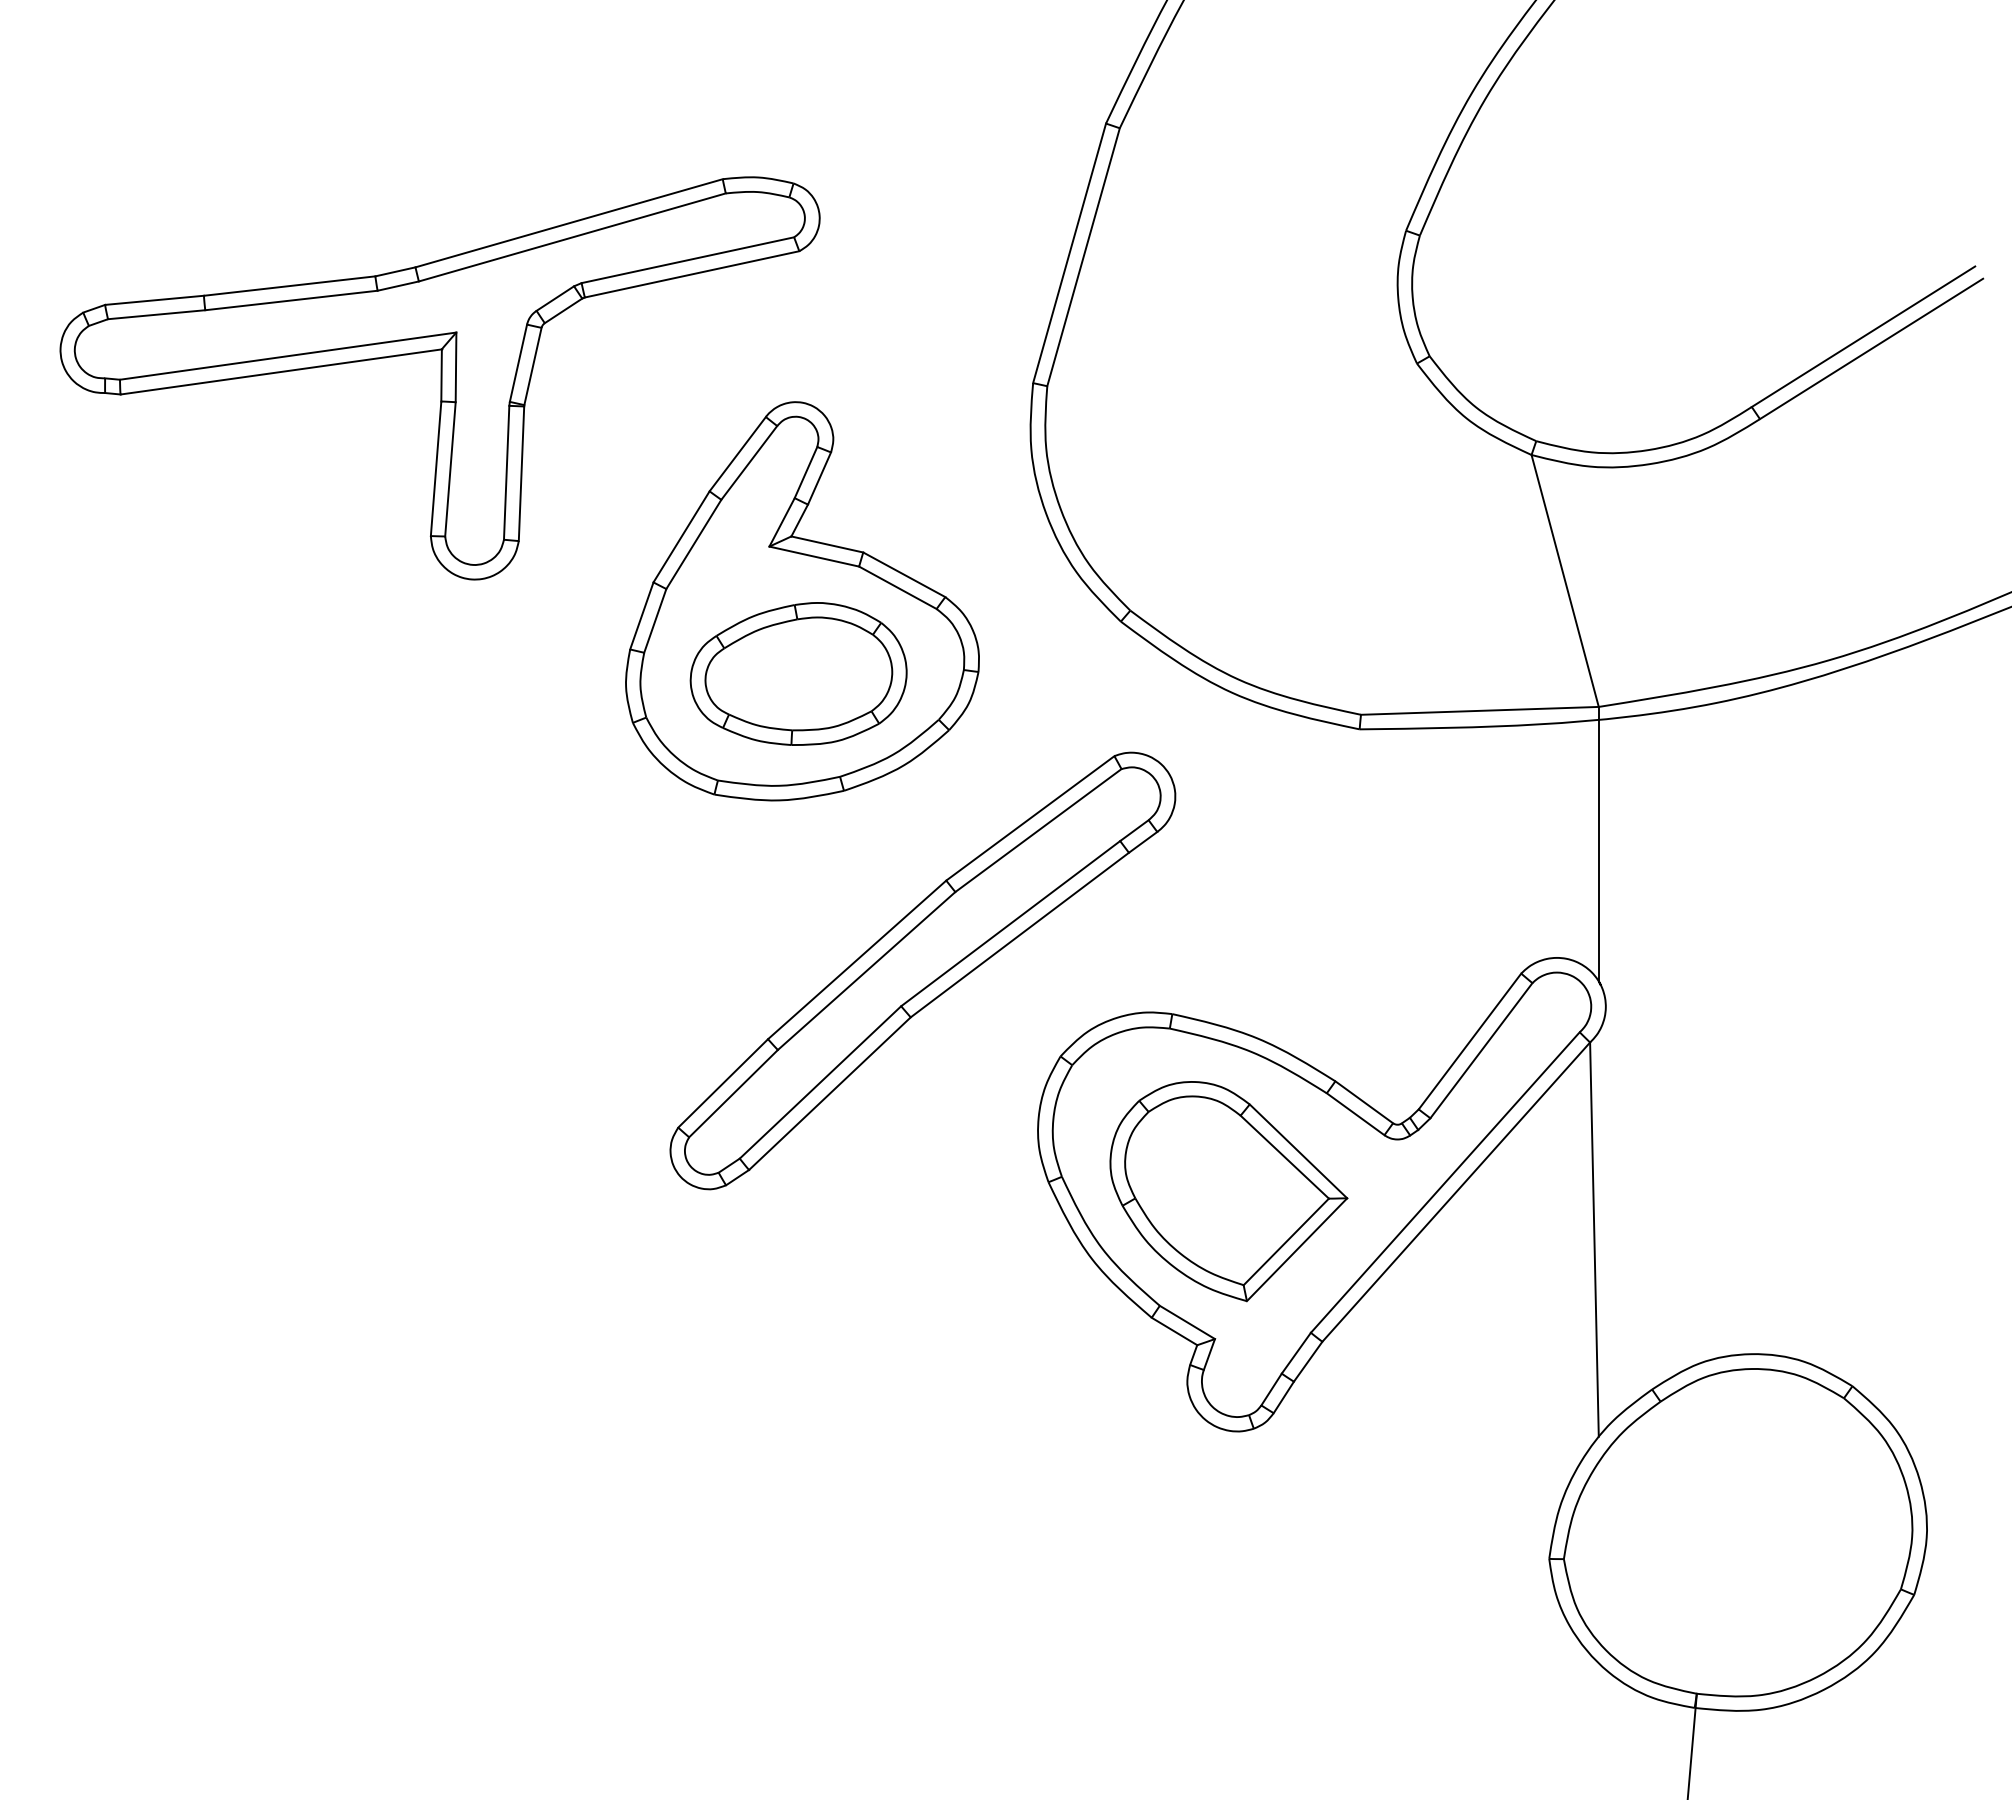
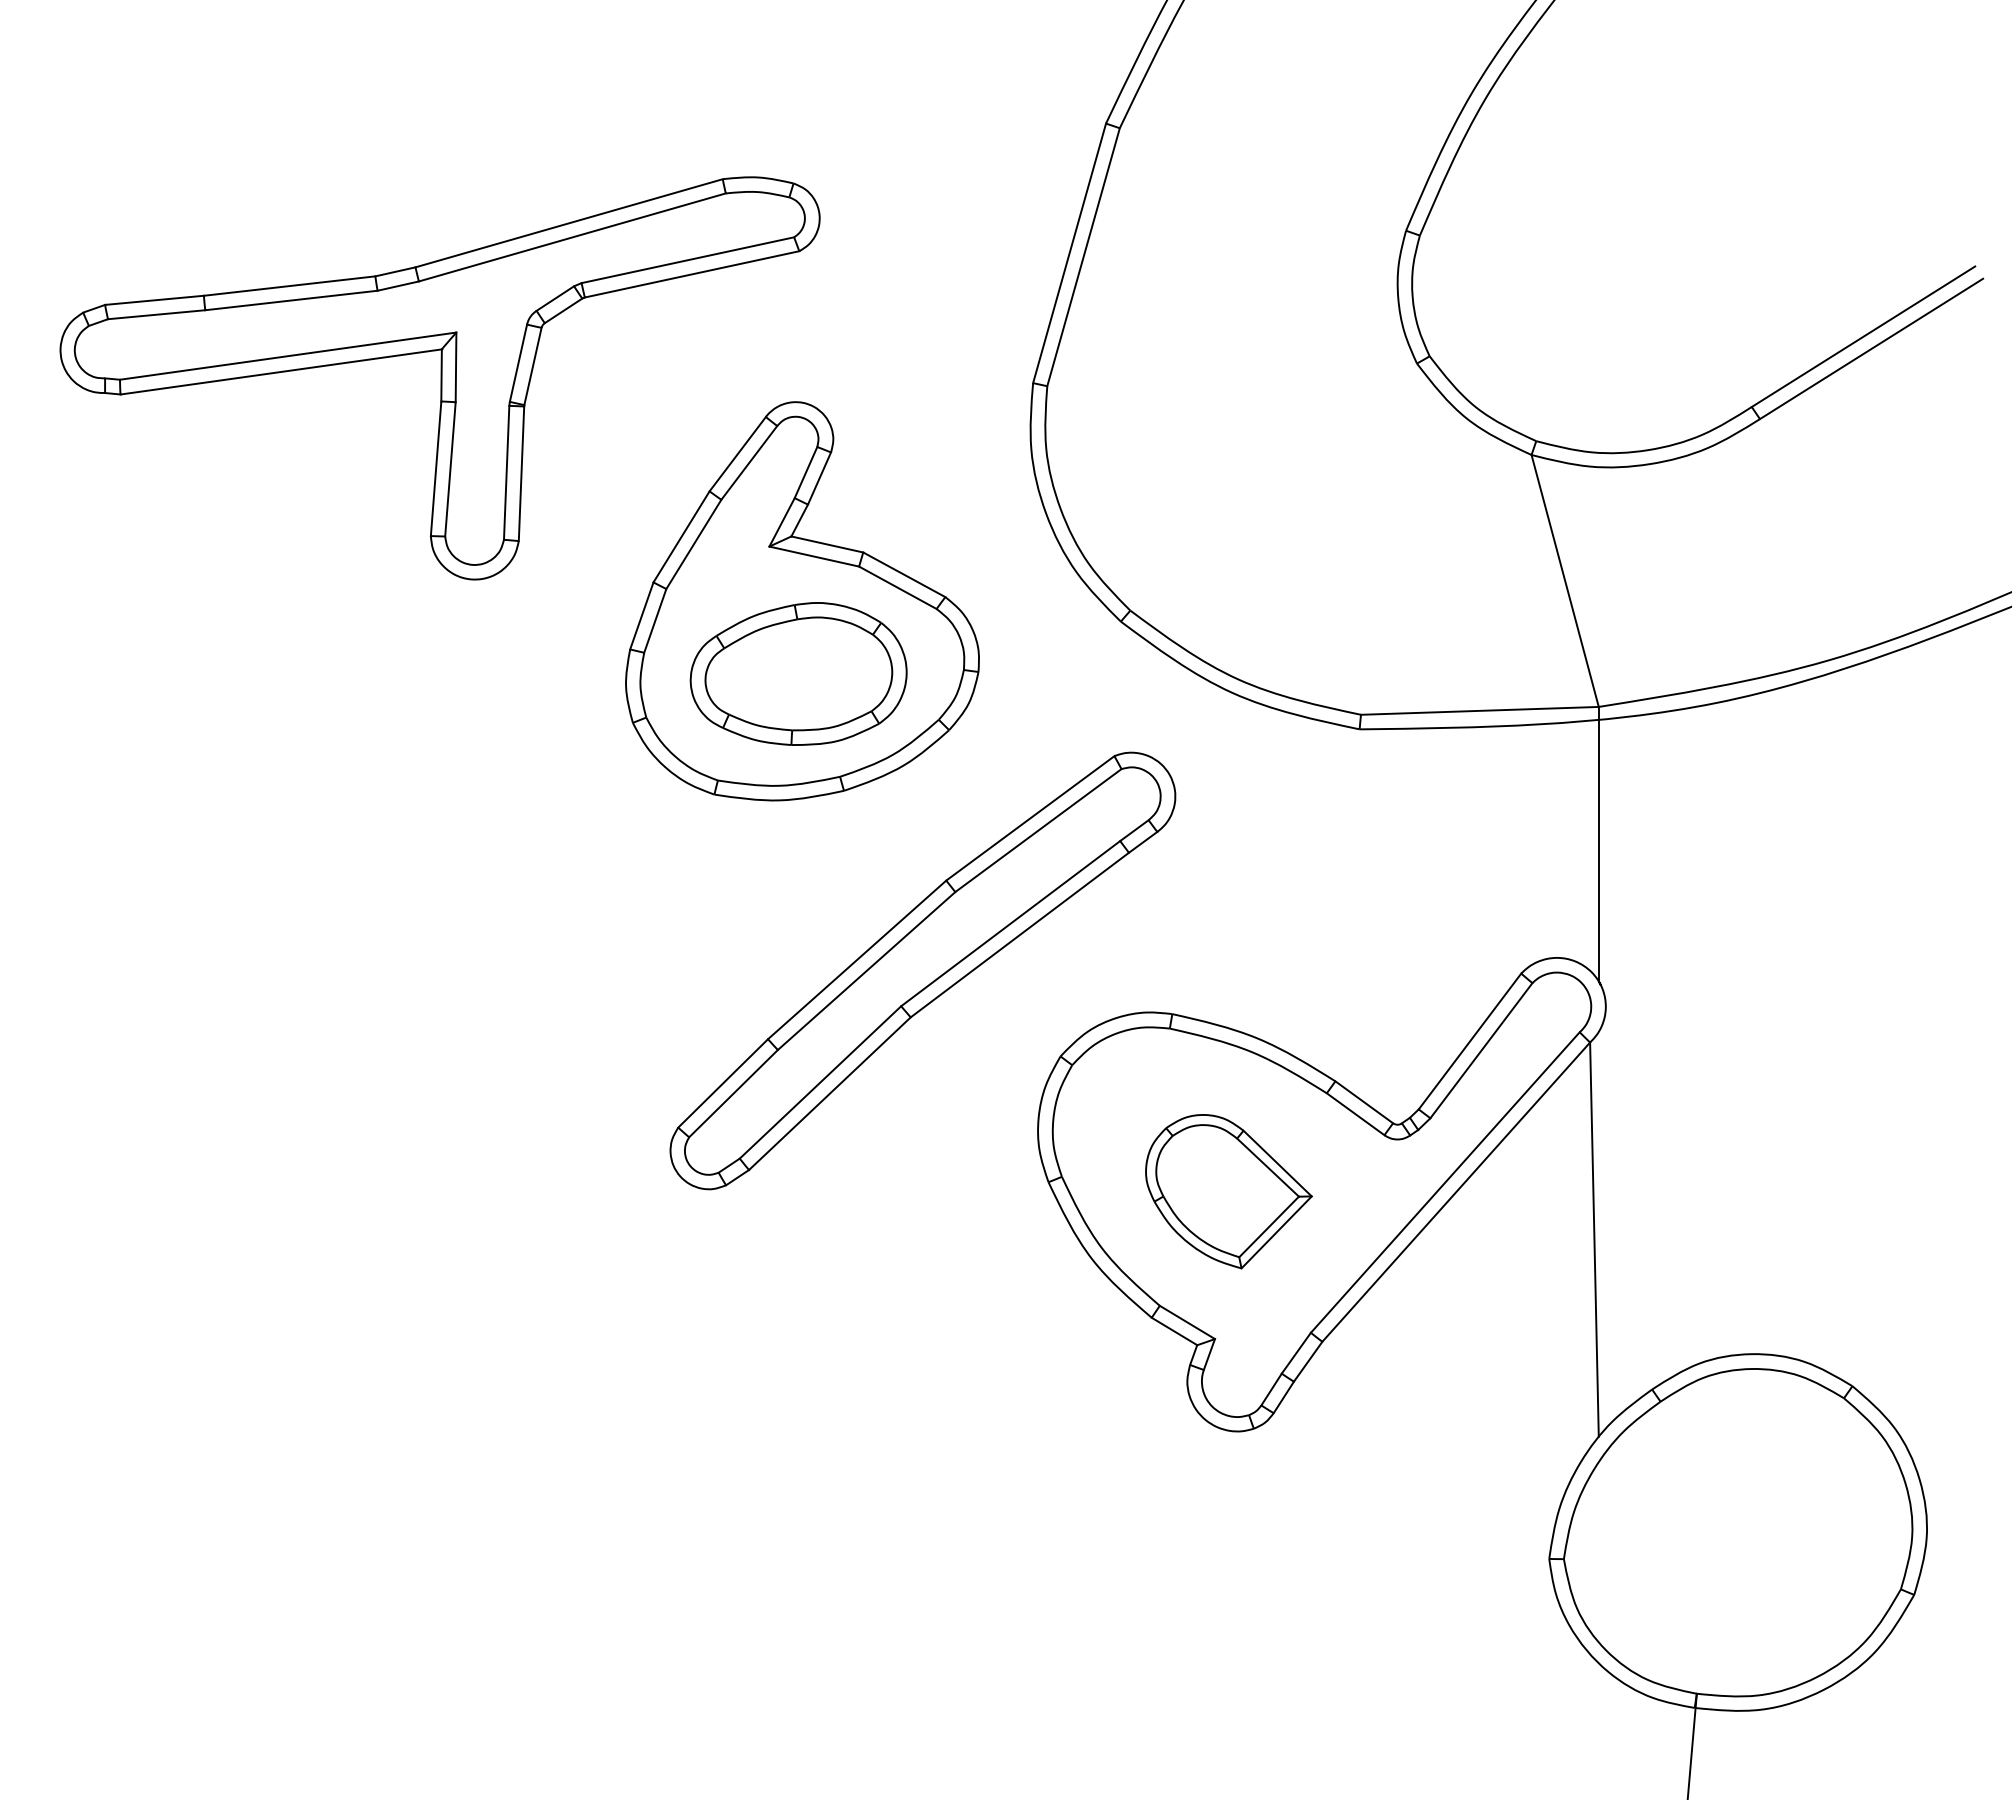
part at (1228, 1191) size: 240x222 px -> 168x156 px
